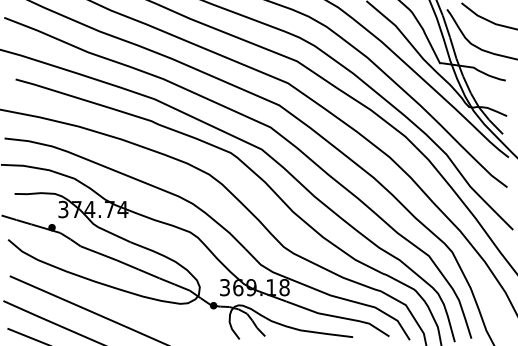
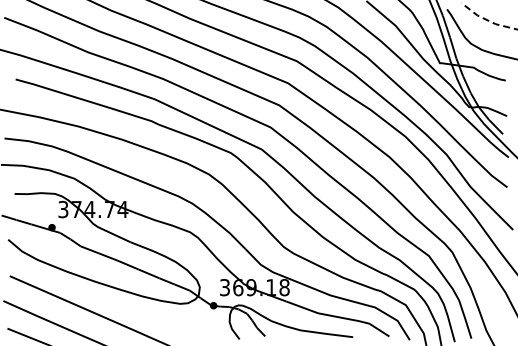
line at (487, 20): solid -> dashed
